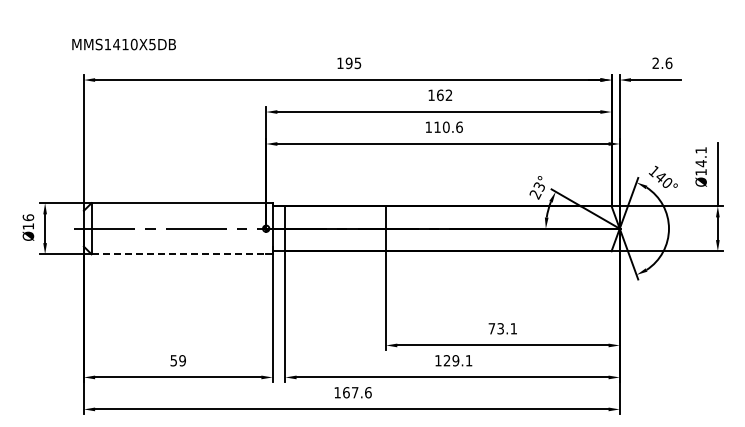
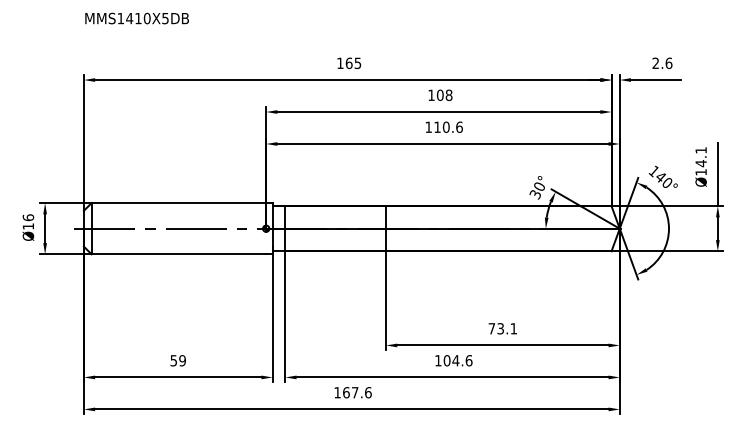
text at (123, 44) position: (123, 44) -> (136, 18)
text at (348, 63): 195 -> 165
text at (444, 95): 162 -> 108
text at (536, 190): 23° -> 30°
line at (179, 254): dashed -> solid
text at (457, 360): 129.1 -> 104.6
